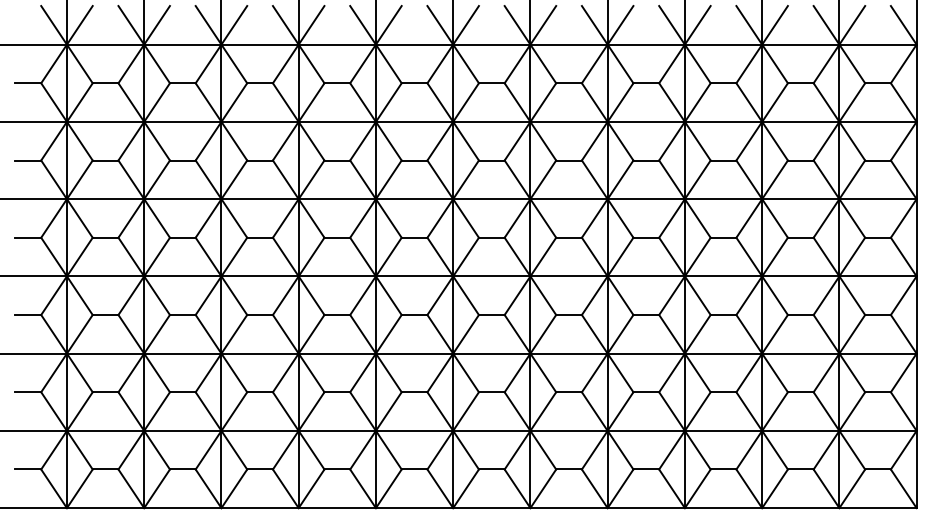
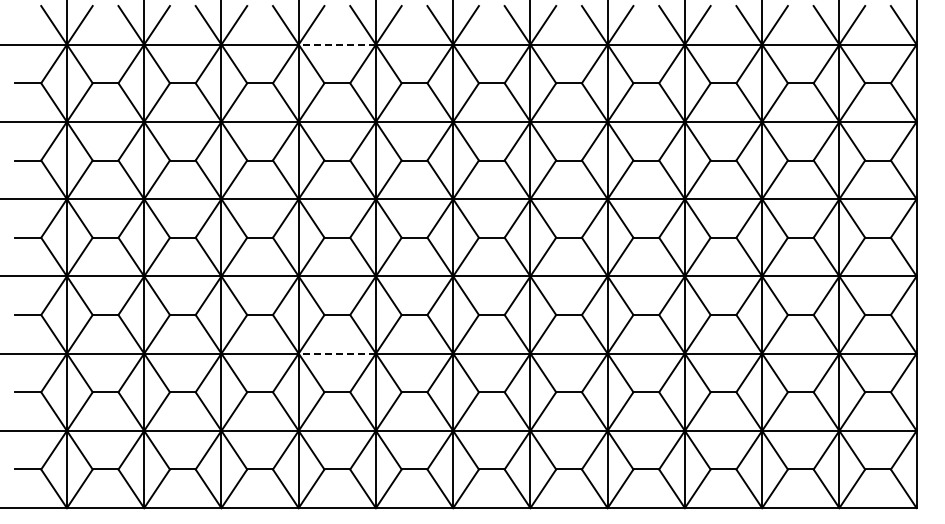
line at (337, 44): solid -> dashed
line at (337, 353): solid -> dashed
